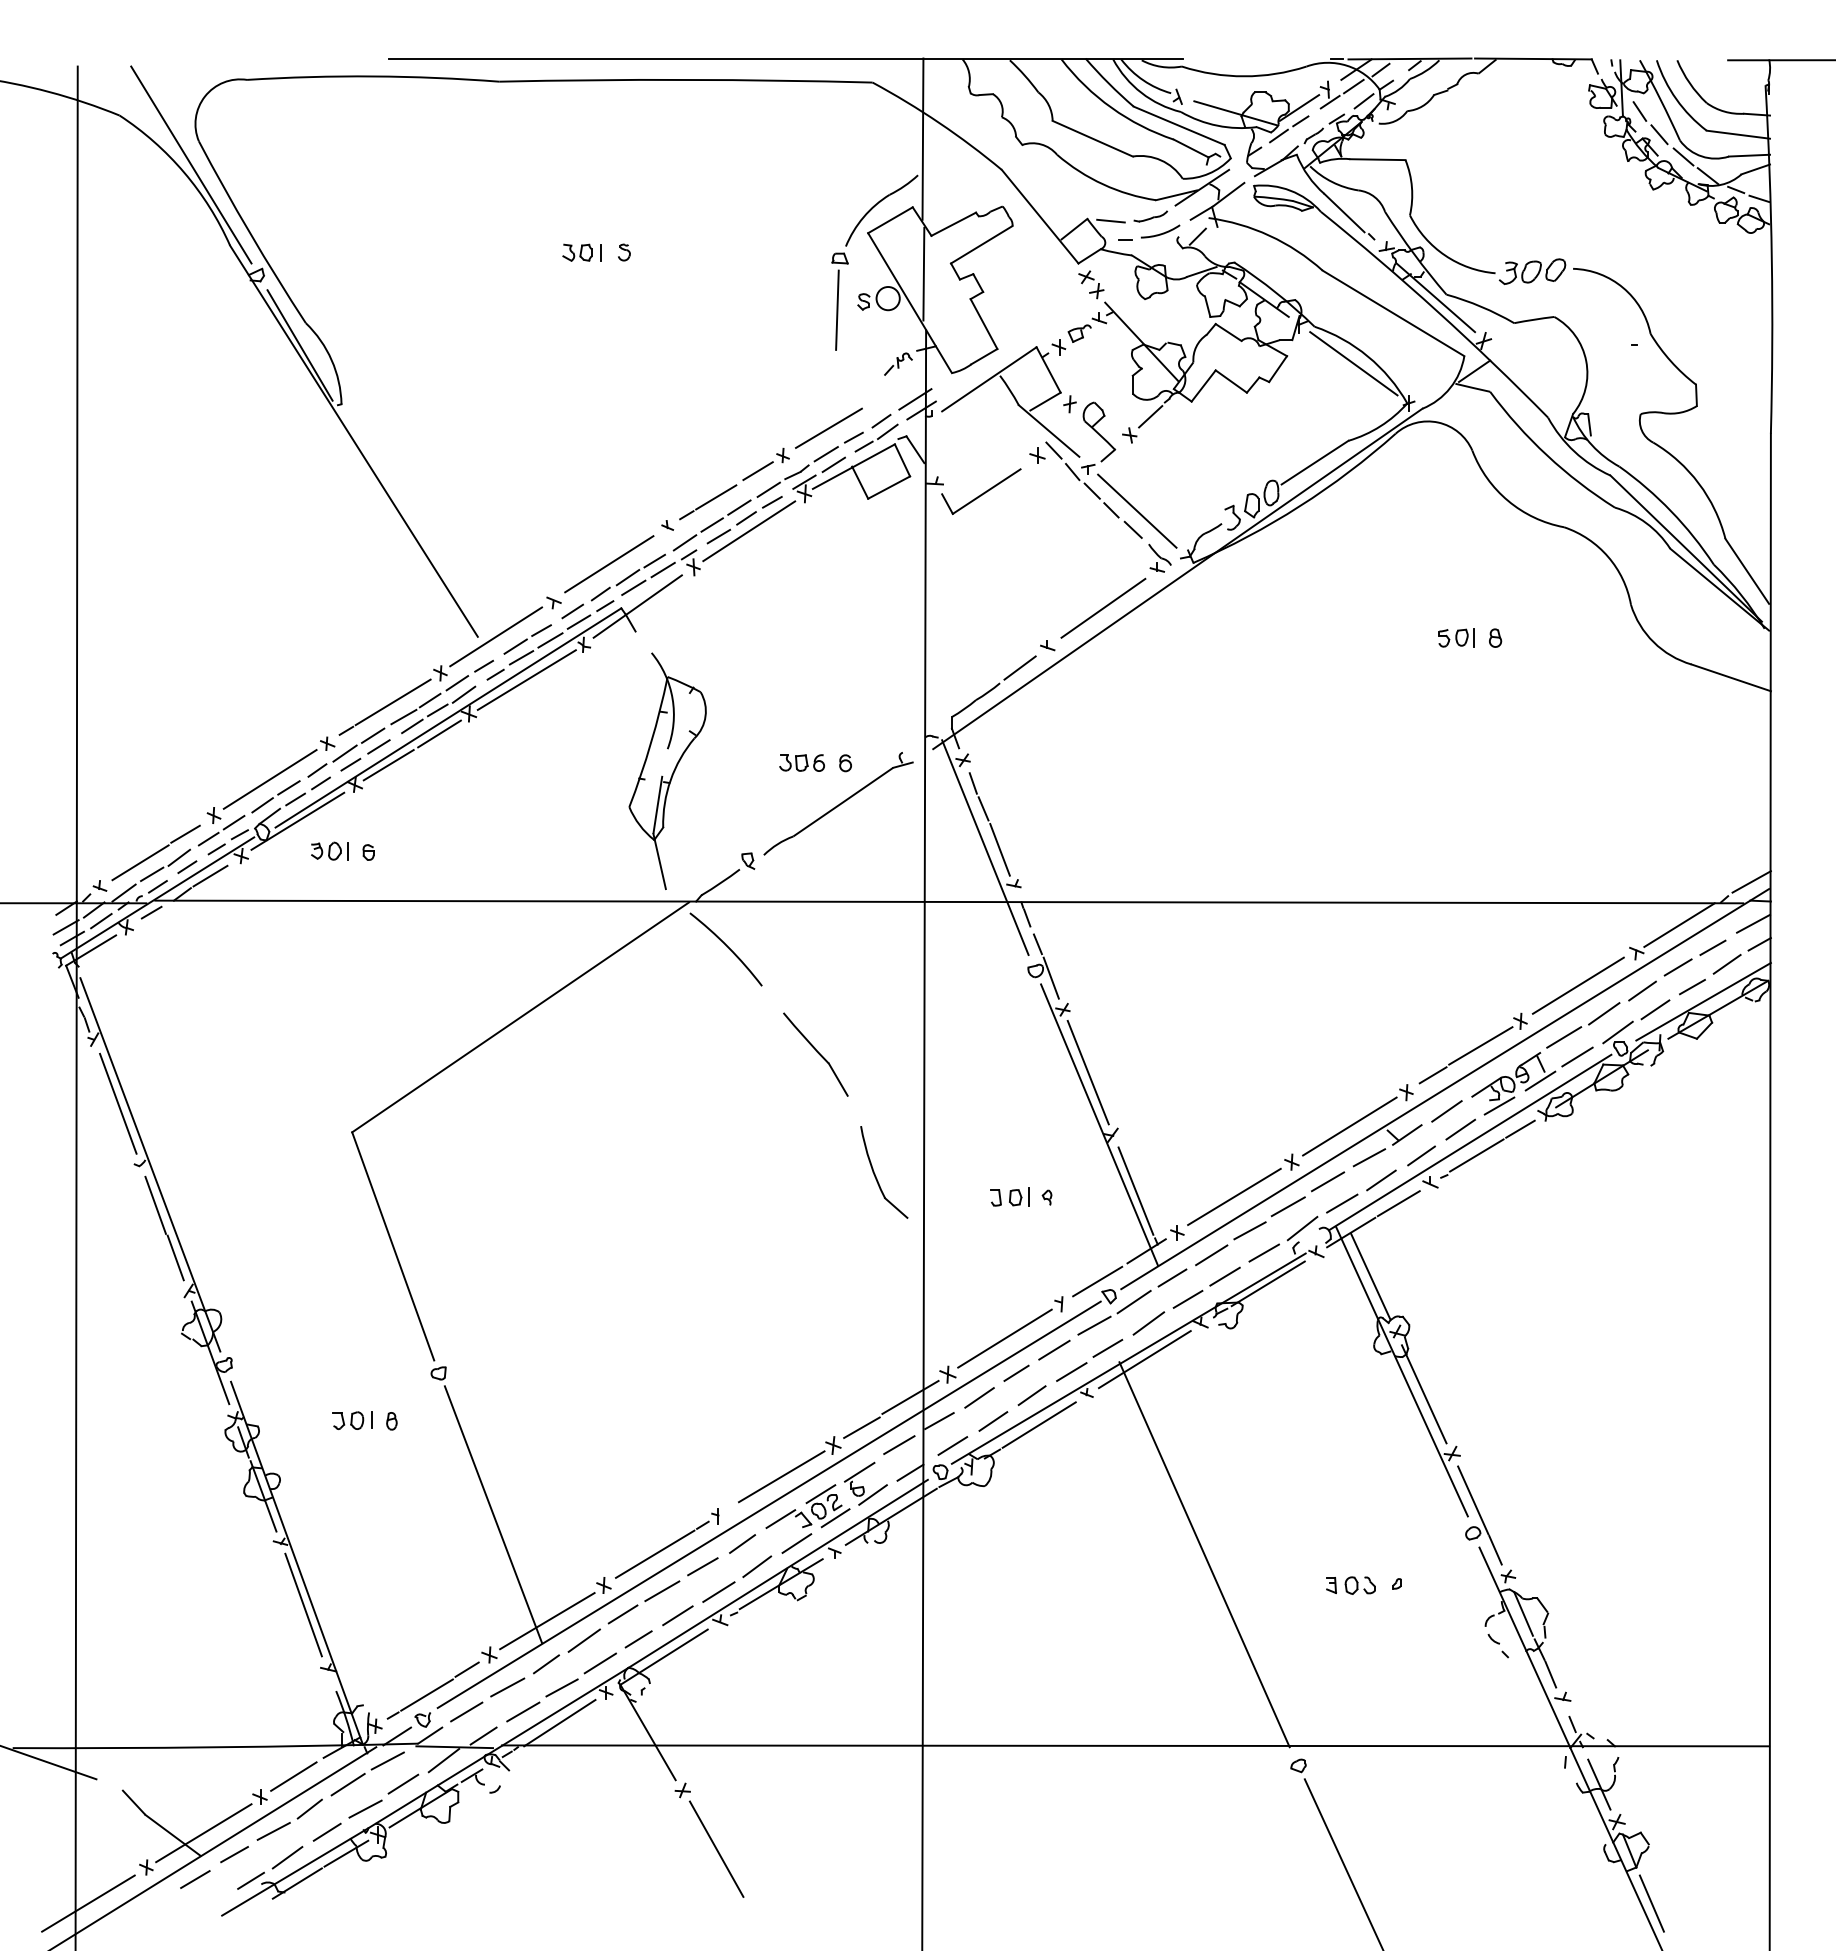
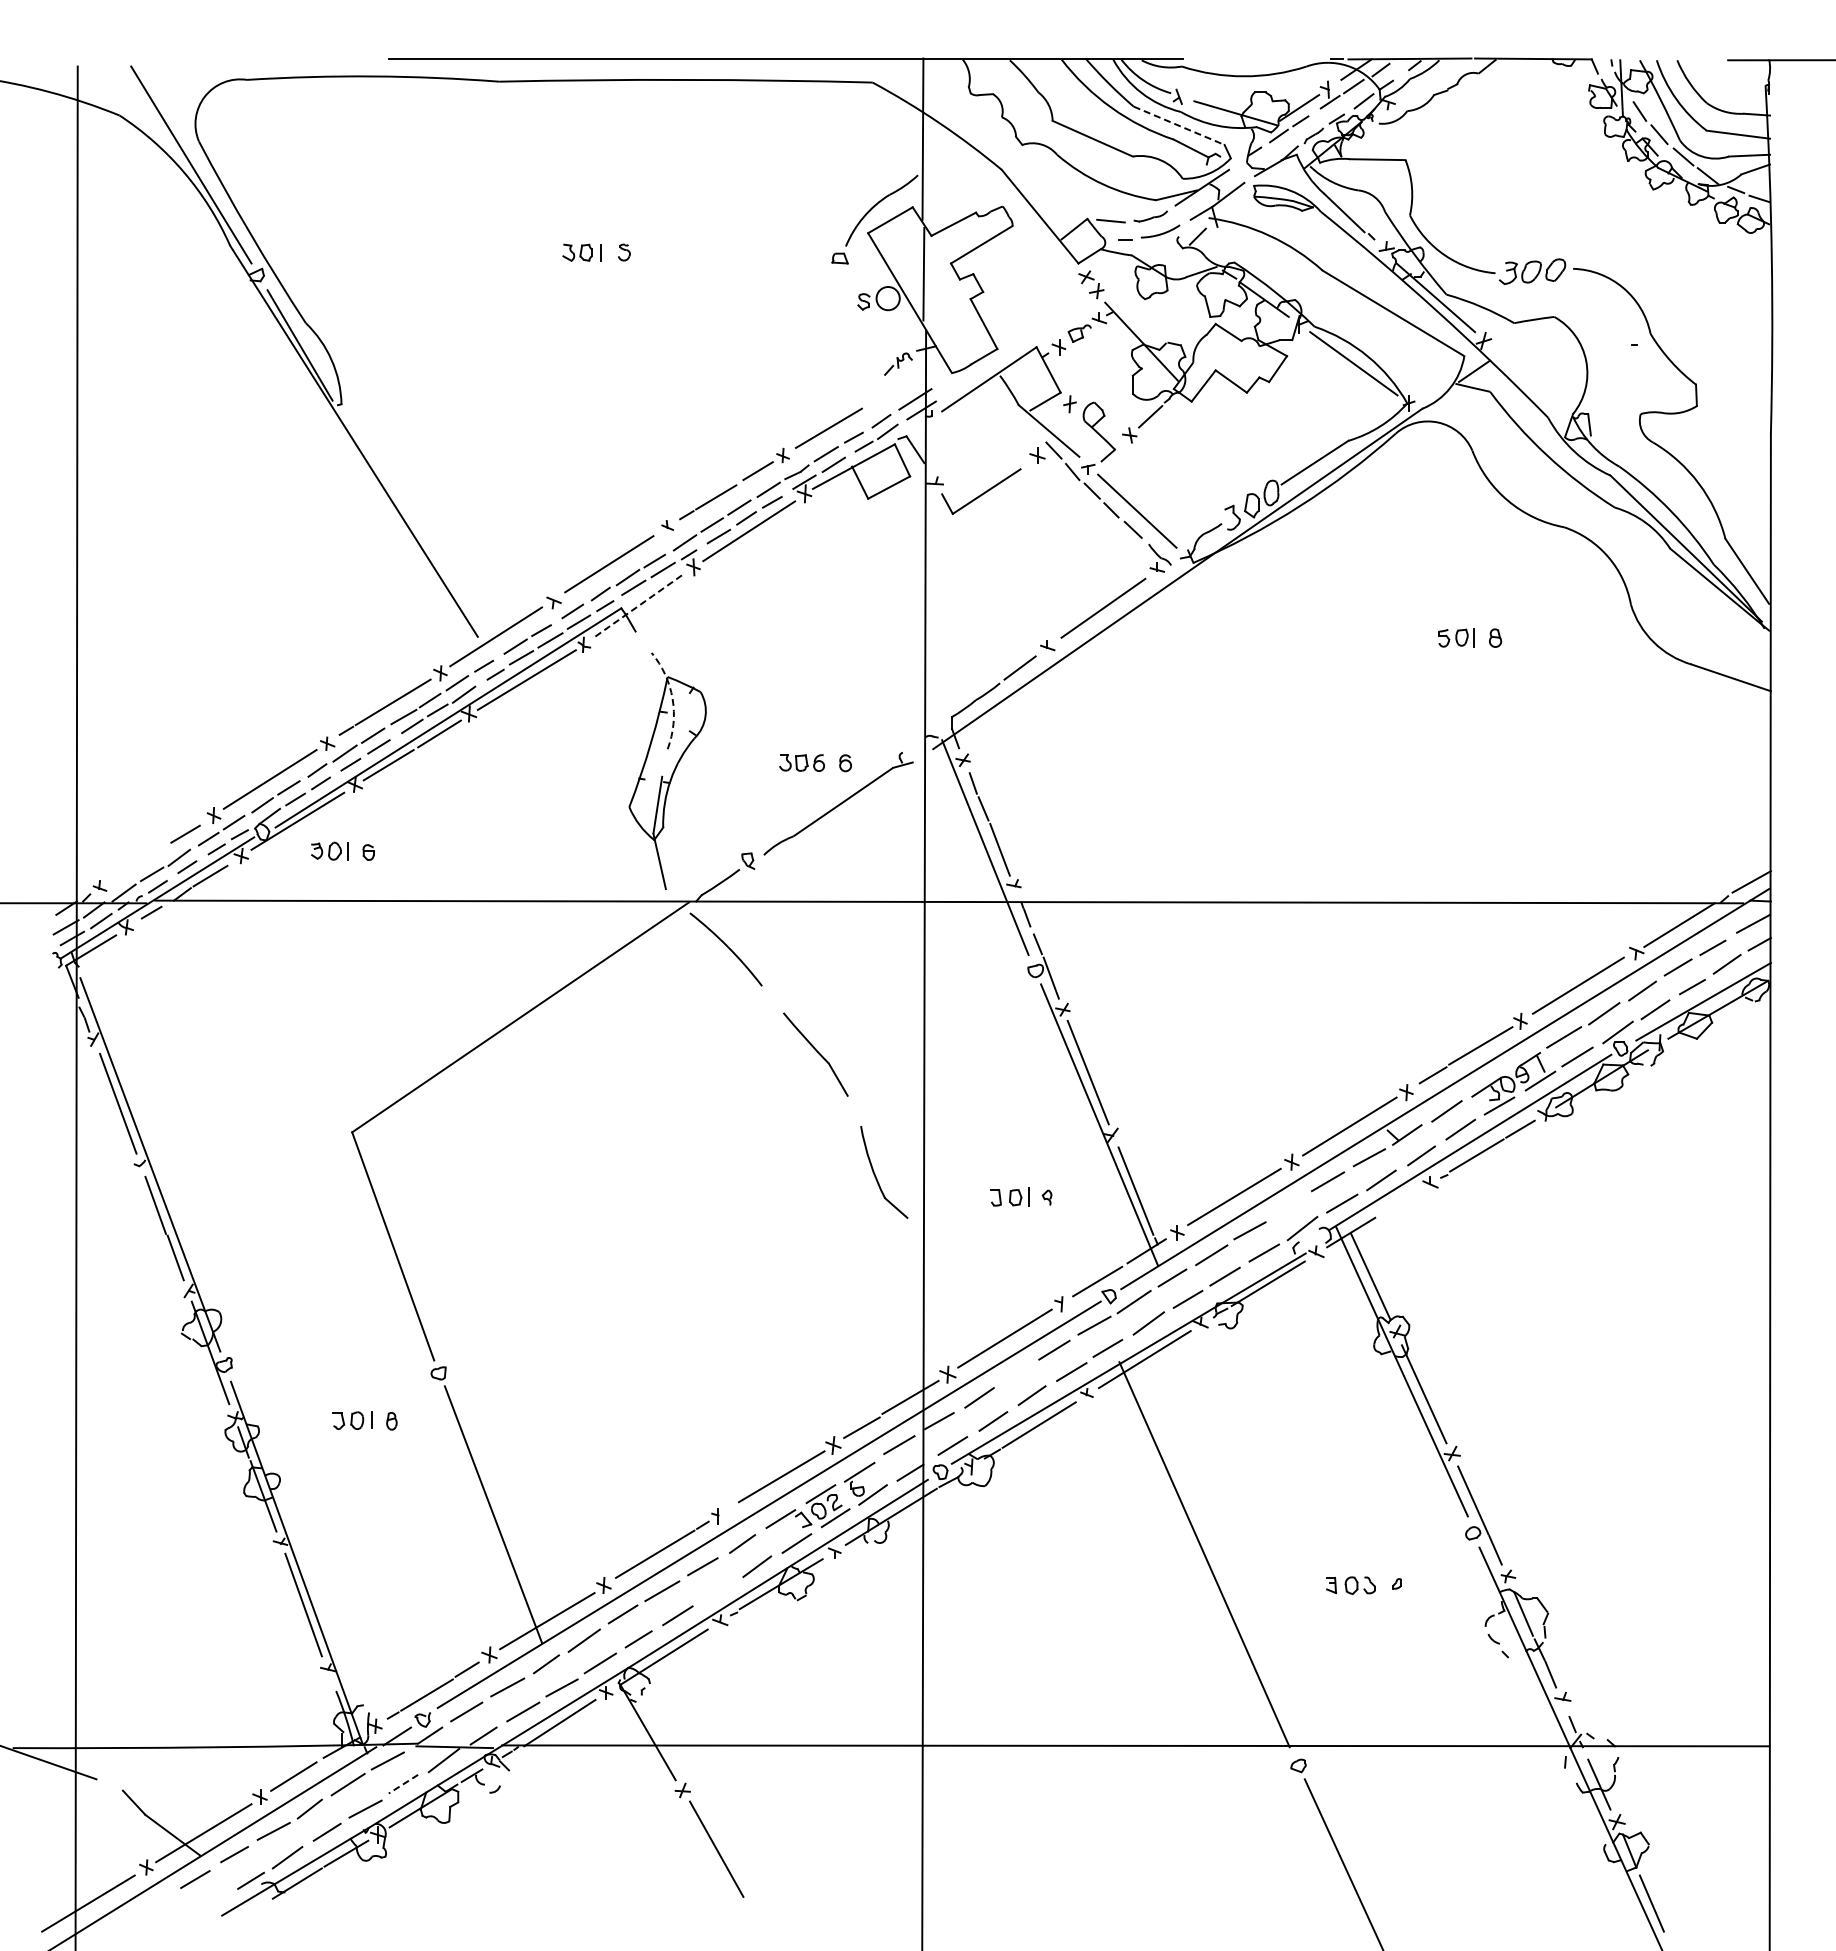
line at (1179, 126): solid -> dashed
line at (837, 309): present -> none
line at (637, 606): solid -> dashed
arc at (672, 698): solid -> dashed
line at (140, 862): present -> none
line at (1398, 1203): present -> none
line at (1287, 1206): present -> none
line at (1016, 1372): present -> none
line at (718, 1591): present -> none
line at (403, 1784): solid -> dashed
